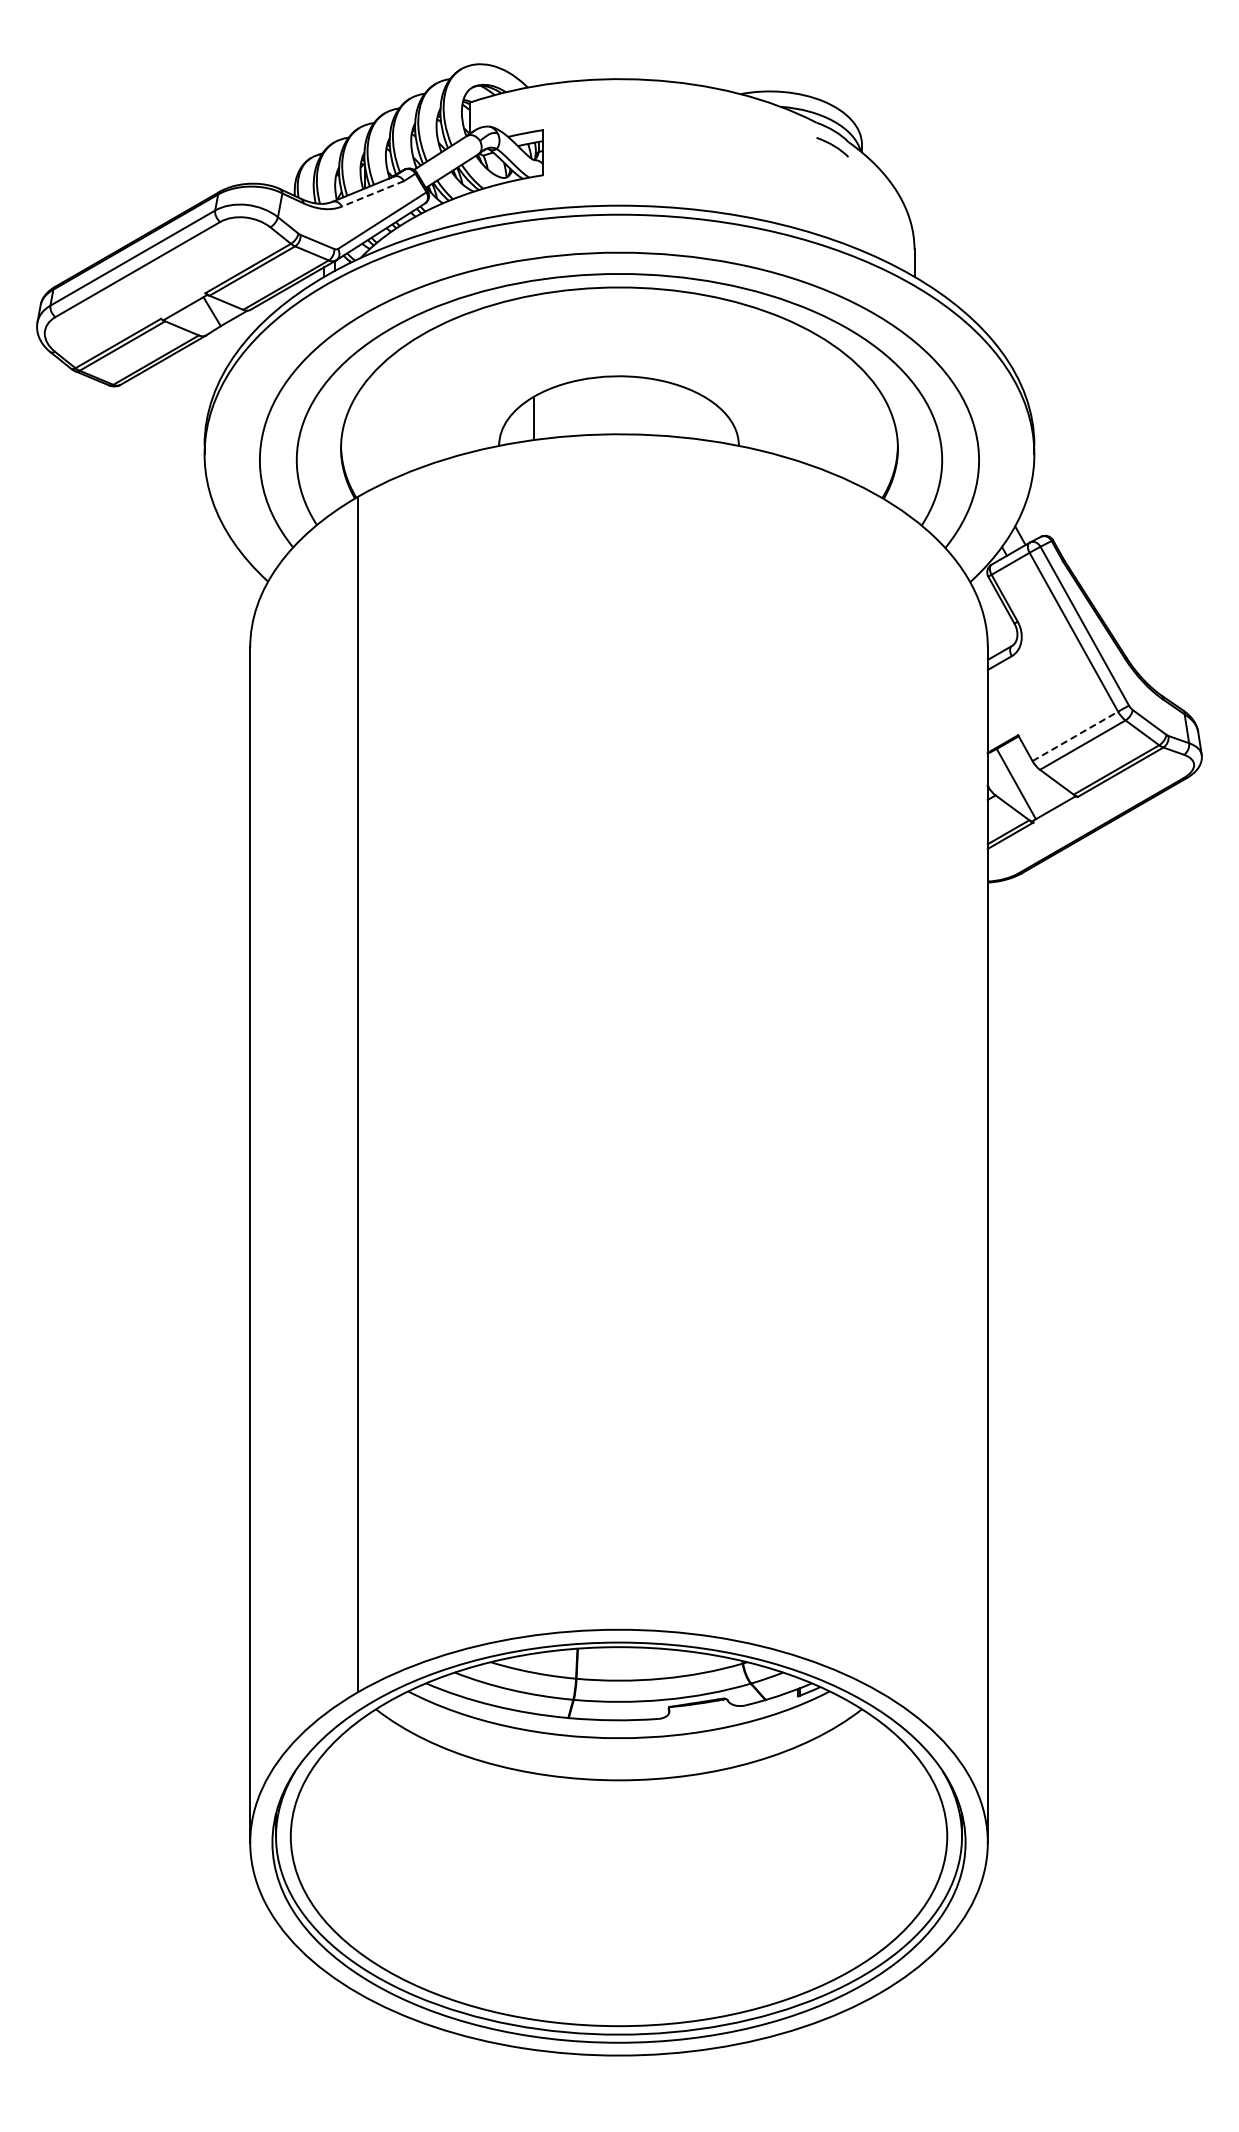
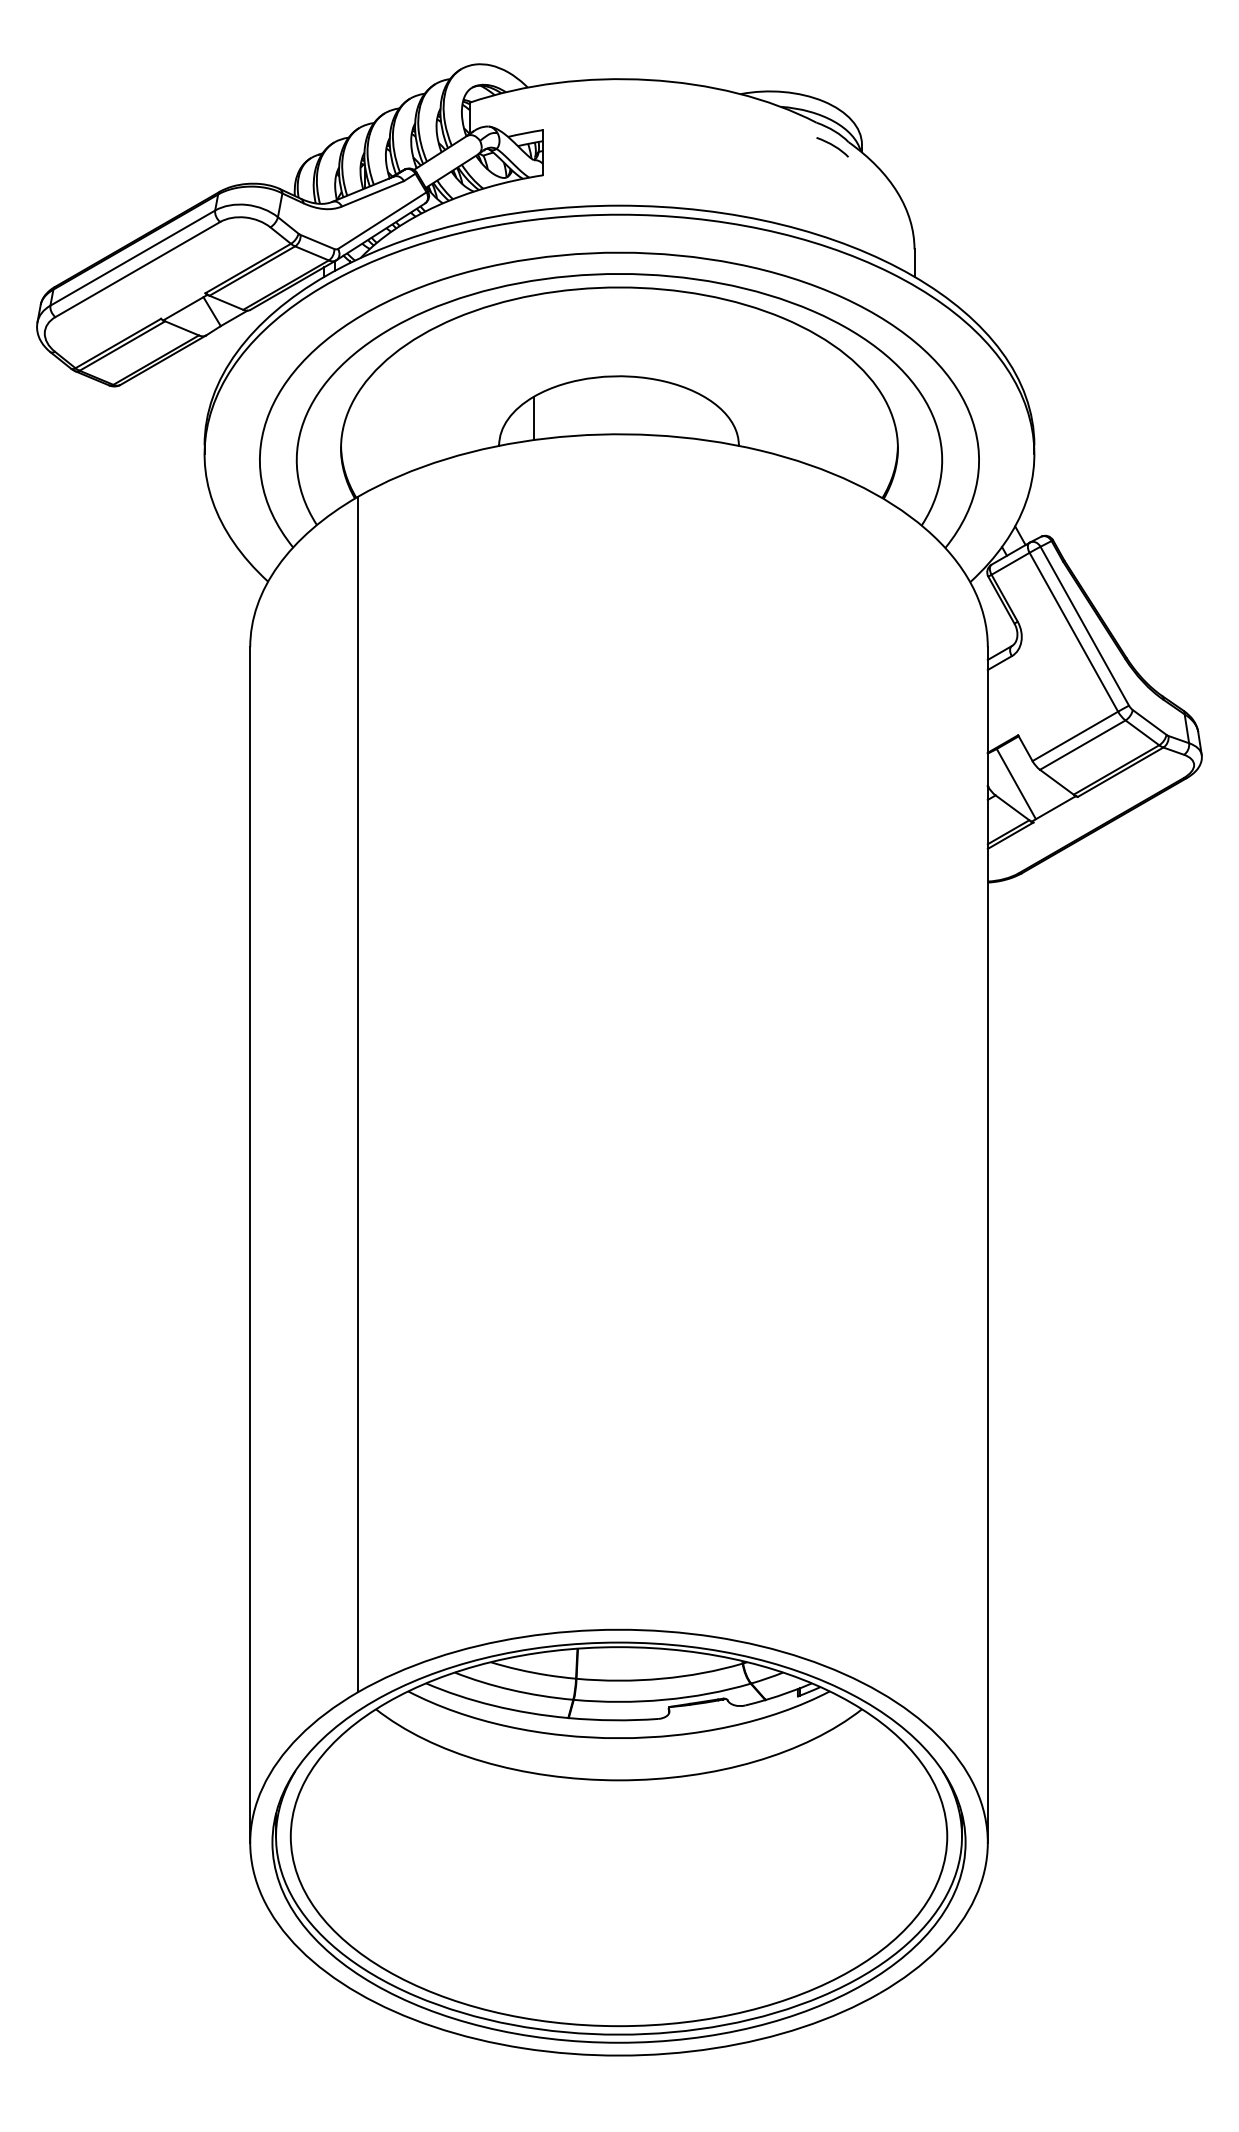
line at (372, 193): dashed -> solid
line at (1075, 736): dashed -> solid
